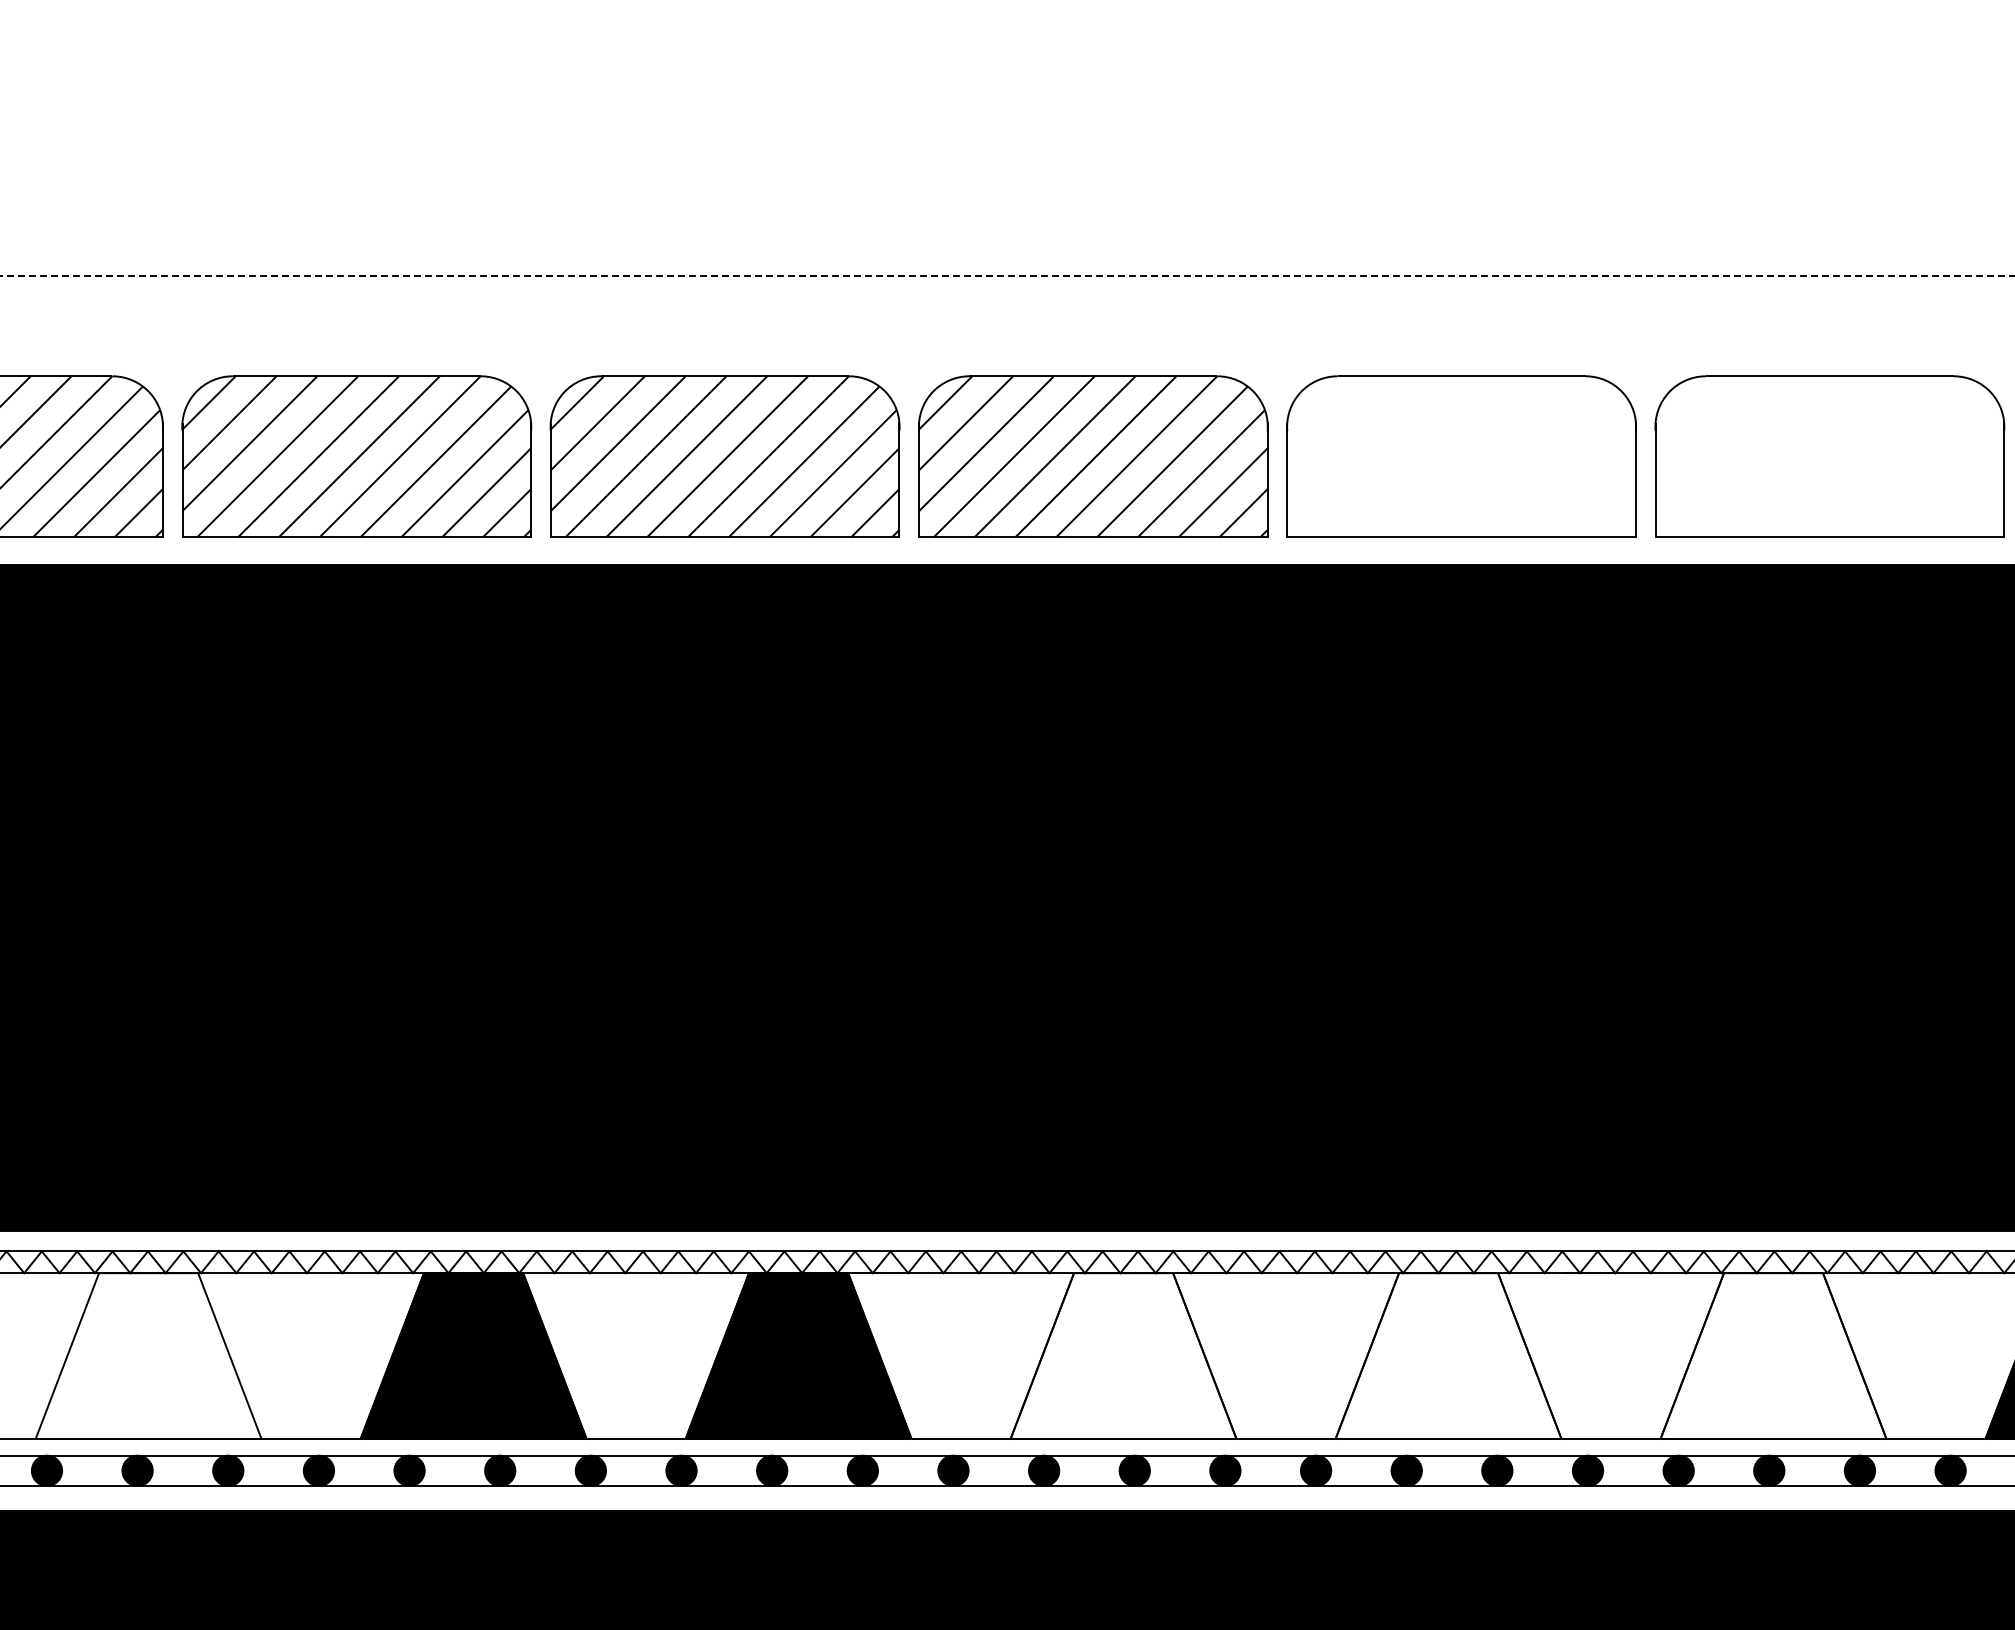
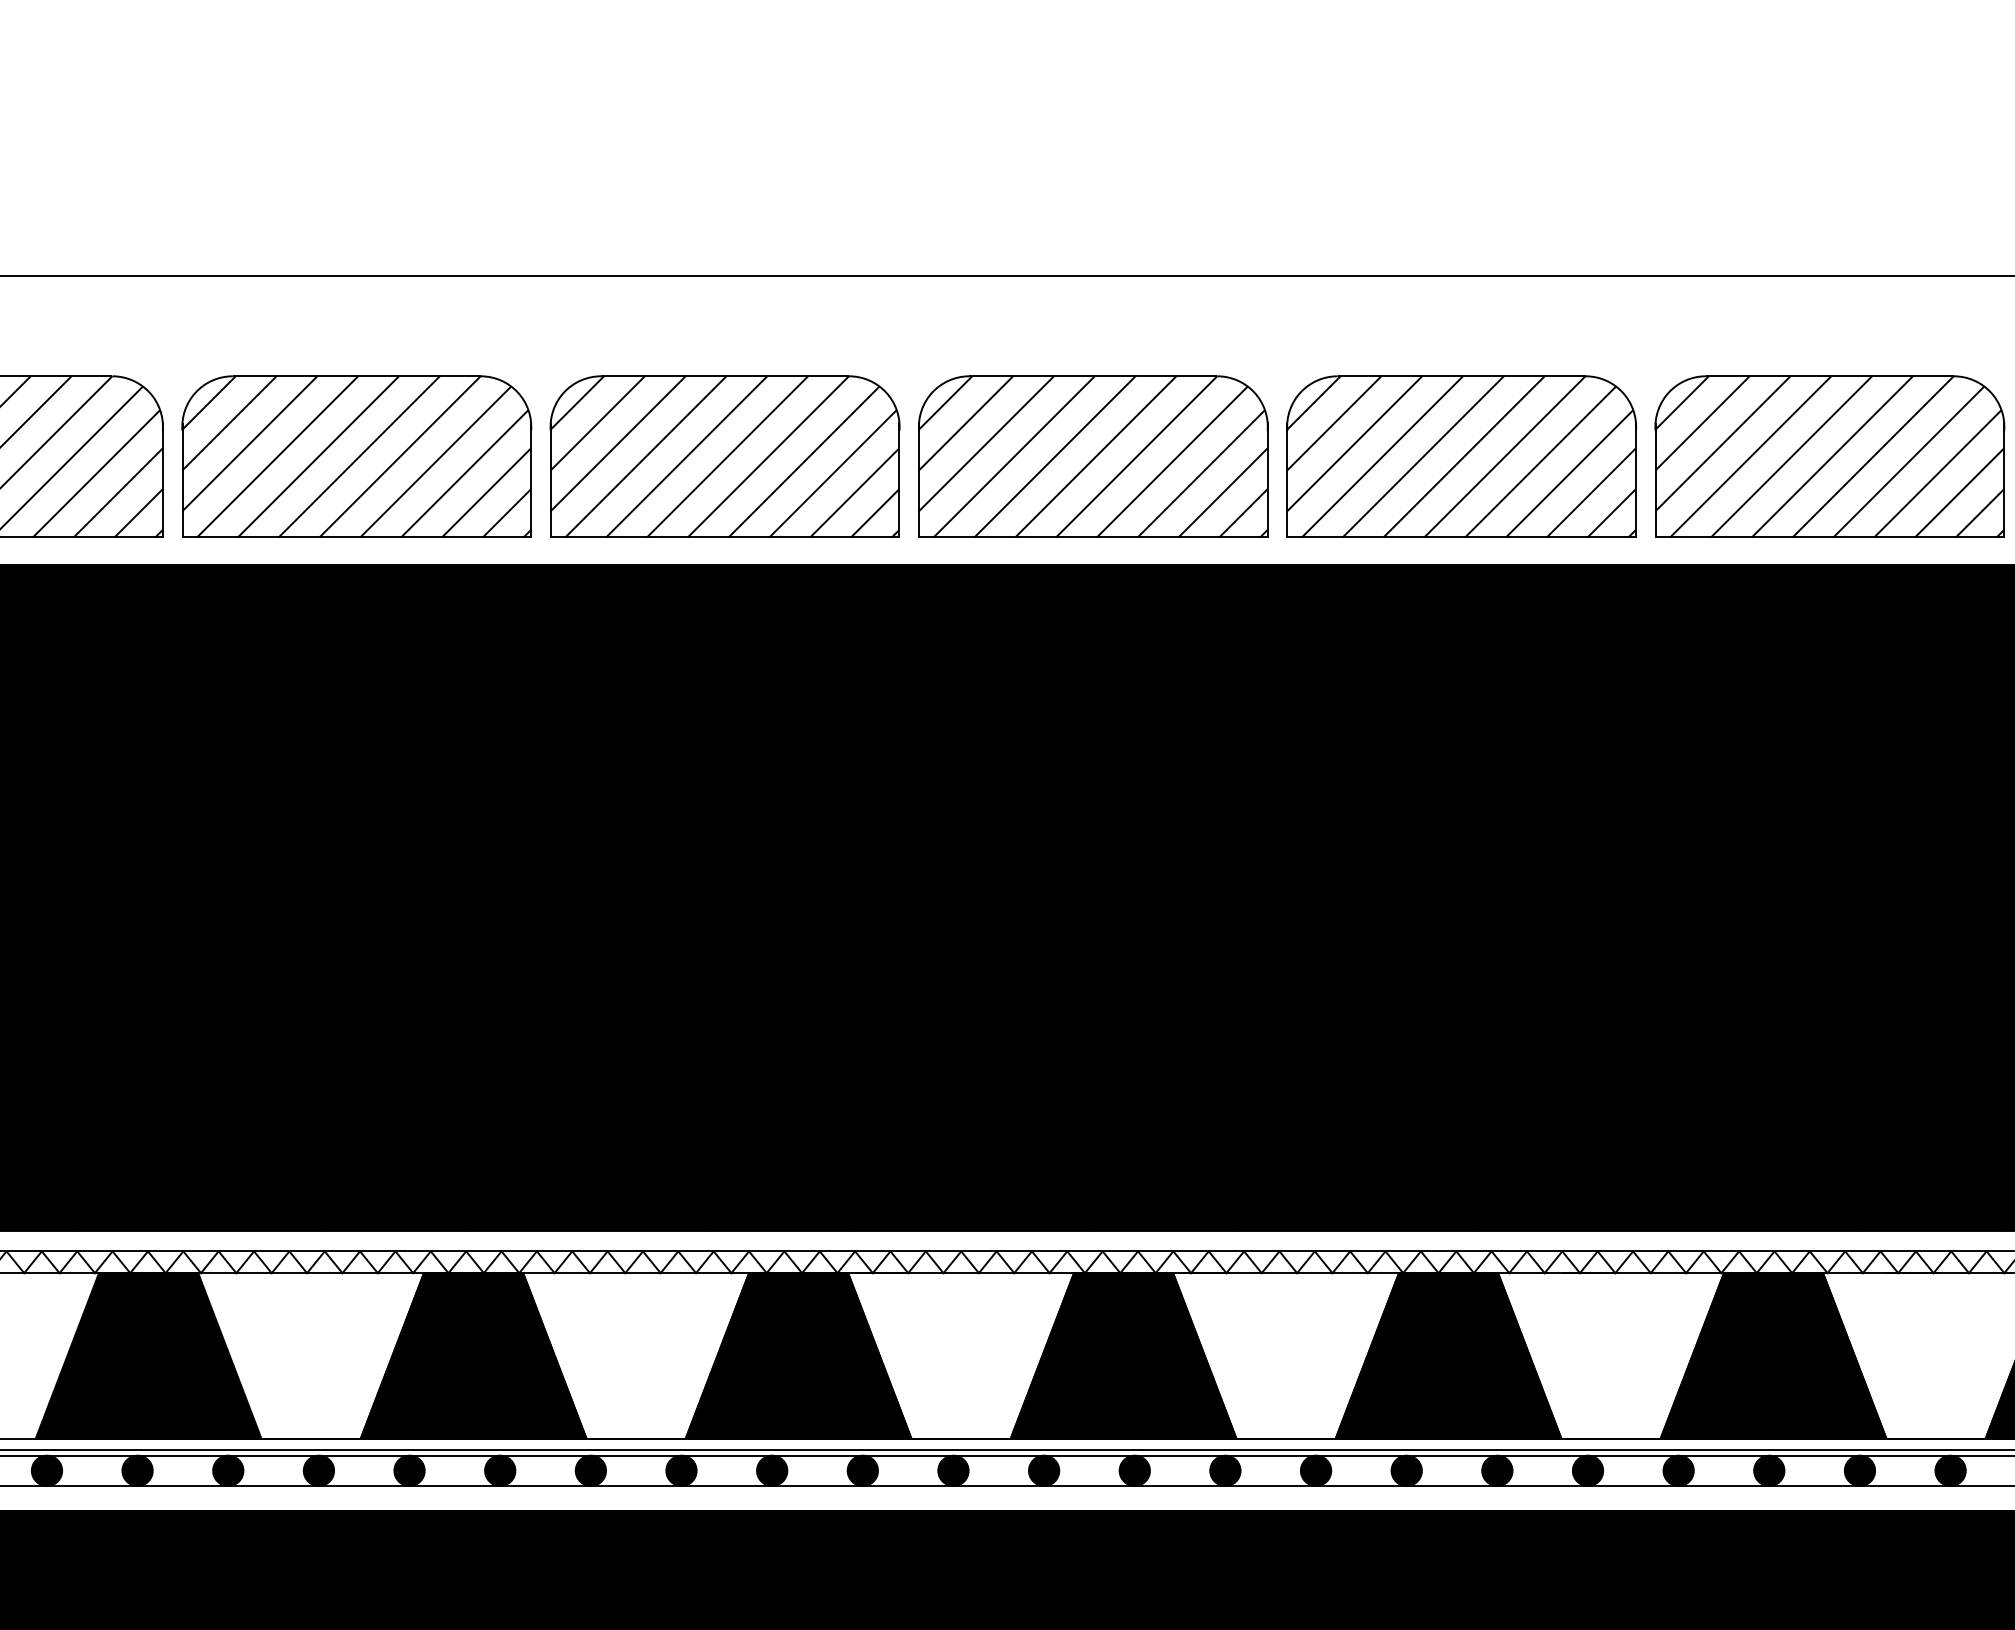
line at (1007, 275): dashed -> solid
hatch at (1461, 456): none -> present
hatch at (1829, 456): none -> present
fill at (148, 1355): none -> present
fill at (1123, 1355): none -> present
fill at (1448, 1355): none -> present
fill at (1773, 1355): none -> present
line at (1006, 1450): none -> present
